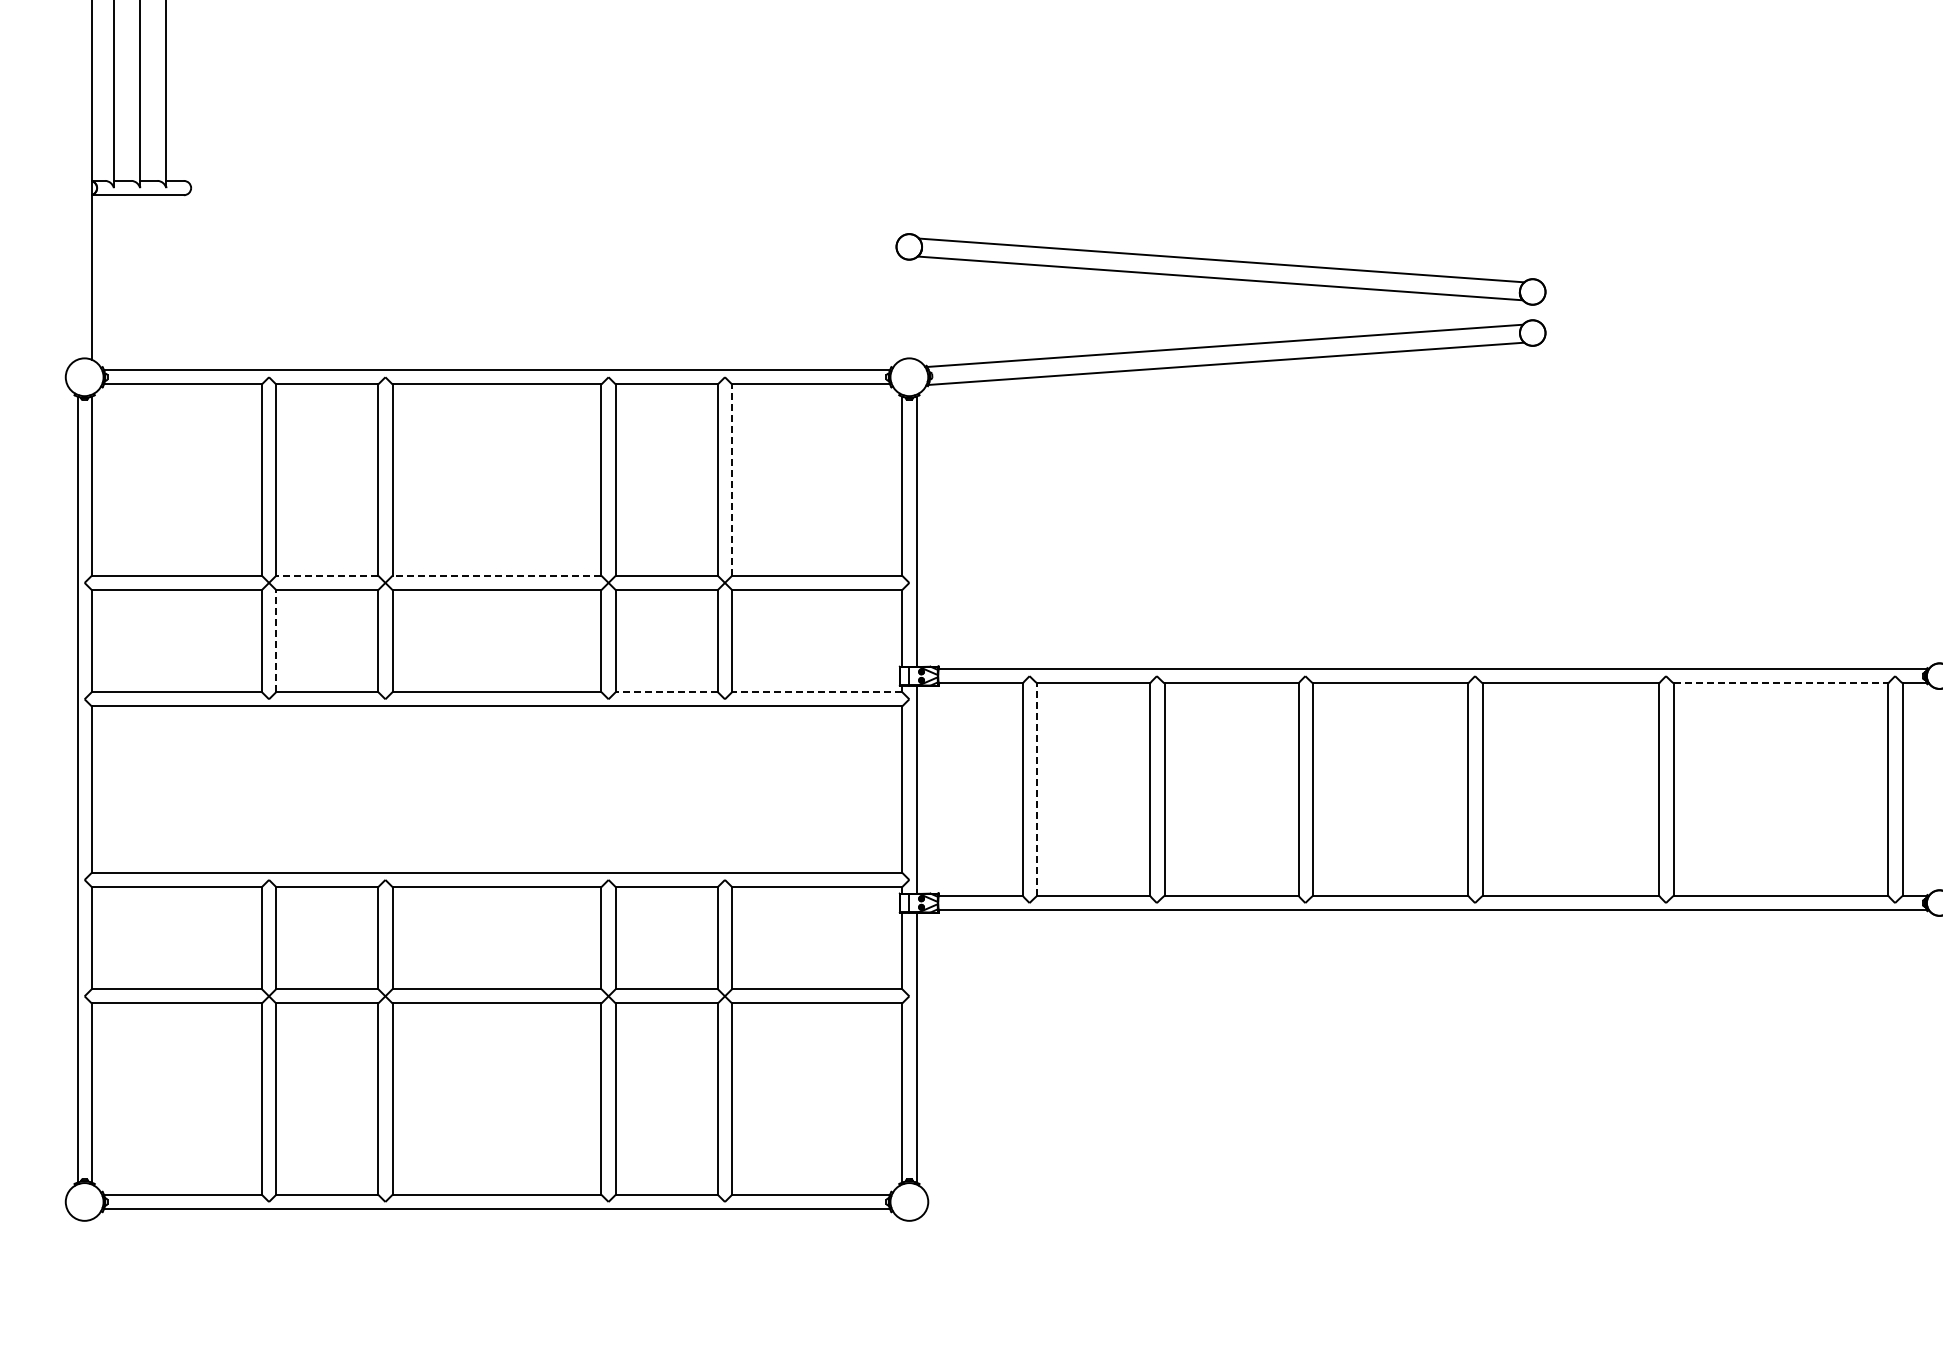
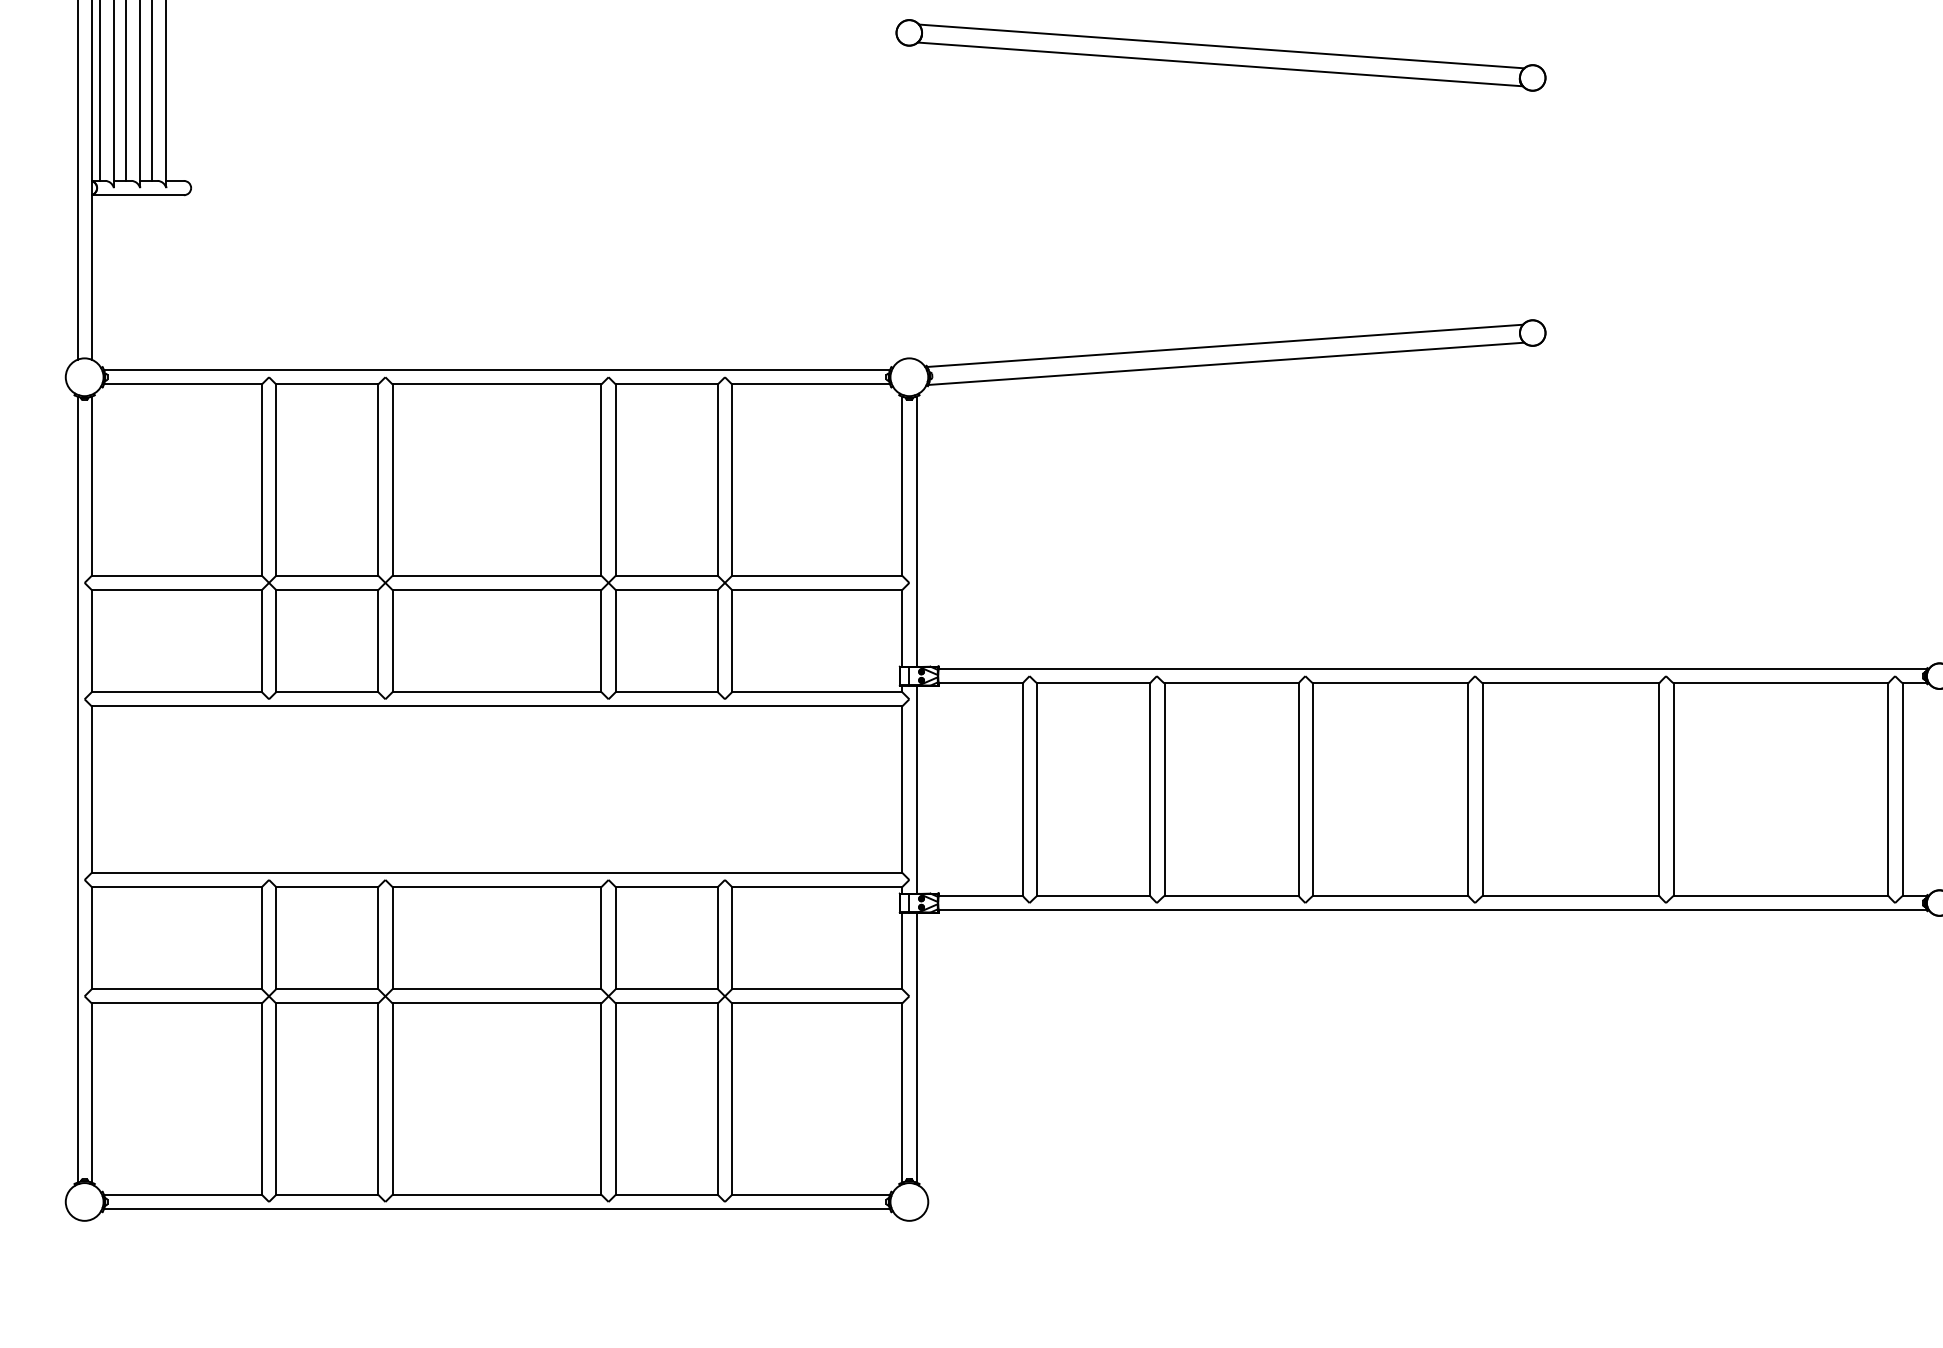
line at (99, 91): none -> present
line at (125, 91): none -> present
line at (152, 91): none -> present
line at (77, 180): none -> present
part at (1220, 269) position: (1220, 269) -> (1220, 55)
line at (732, 480): dashed -> solid
line at (326, 575): dashed -> solid
line at (496, 575): dashed -> solid
line at (276, 640): dashed -> solid
line at (1781, 683): dashed -> solid
line at (666, 692): dashed -> solid
line at (816, 692): dashed -> solid
line at (1037, 789): dashed -> solid
